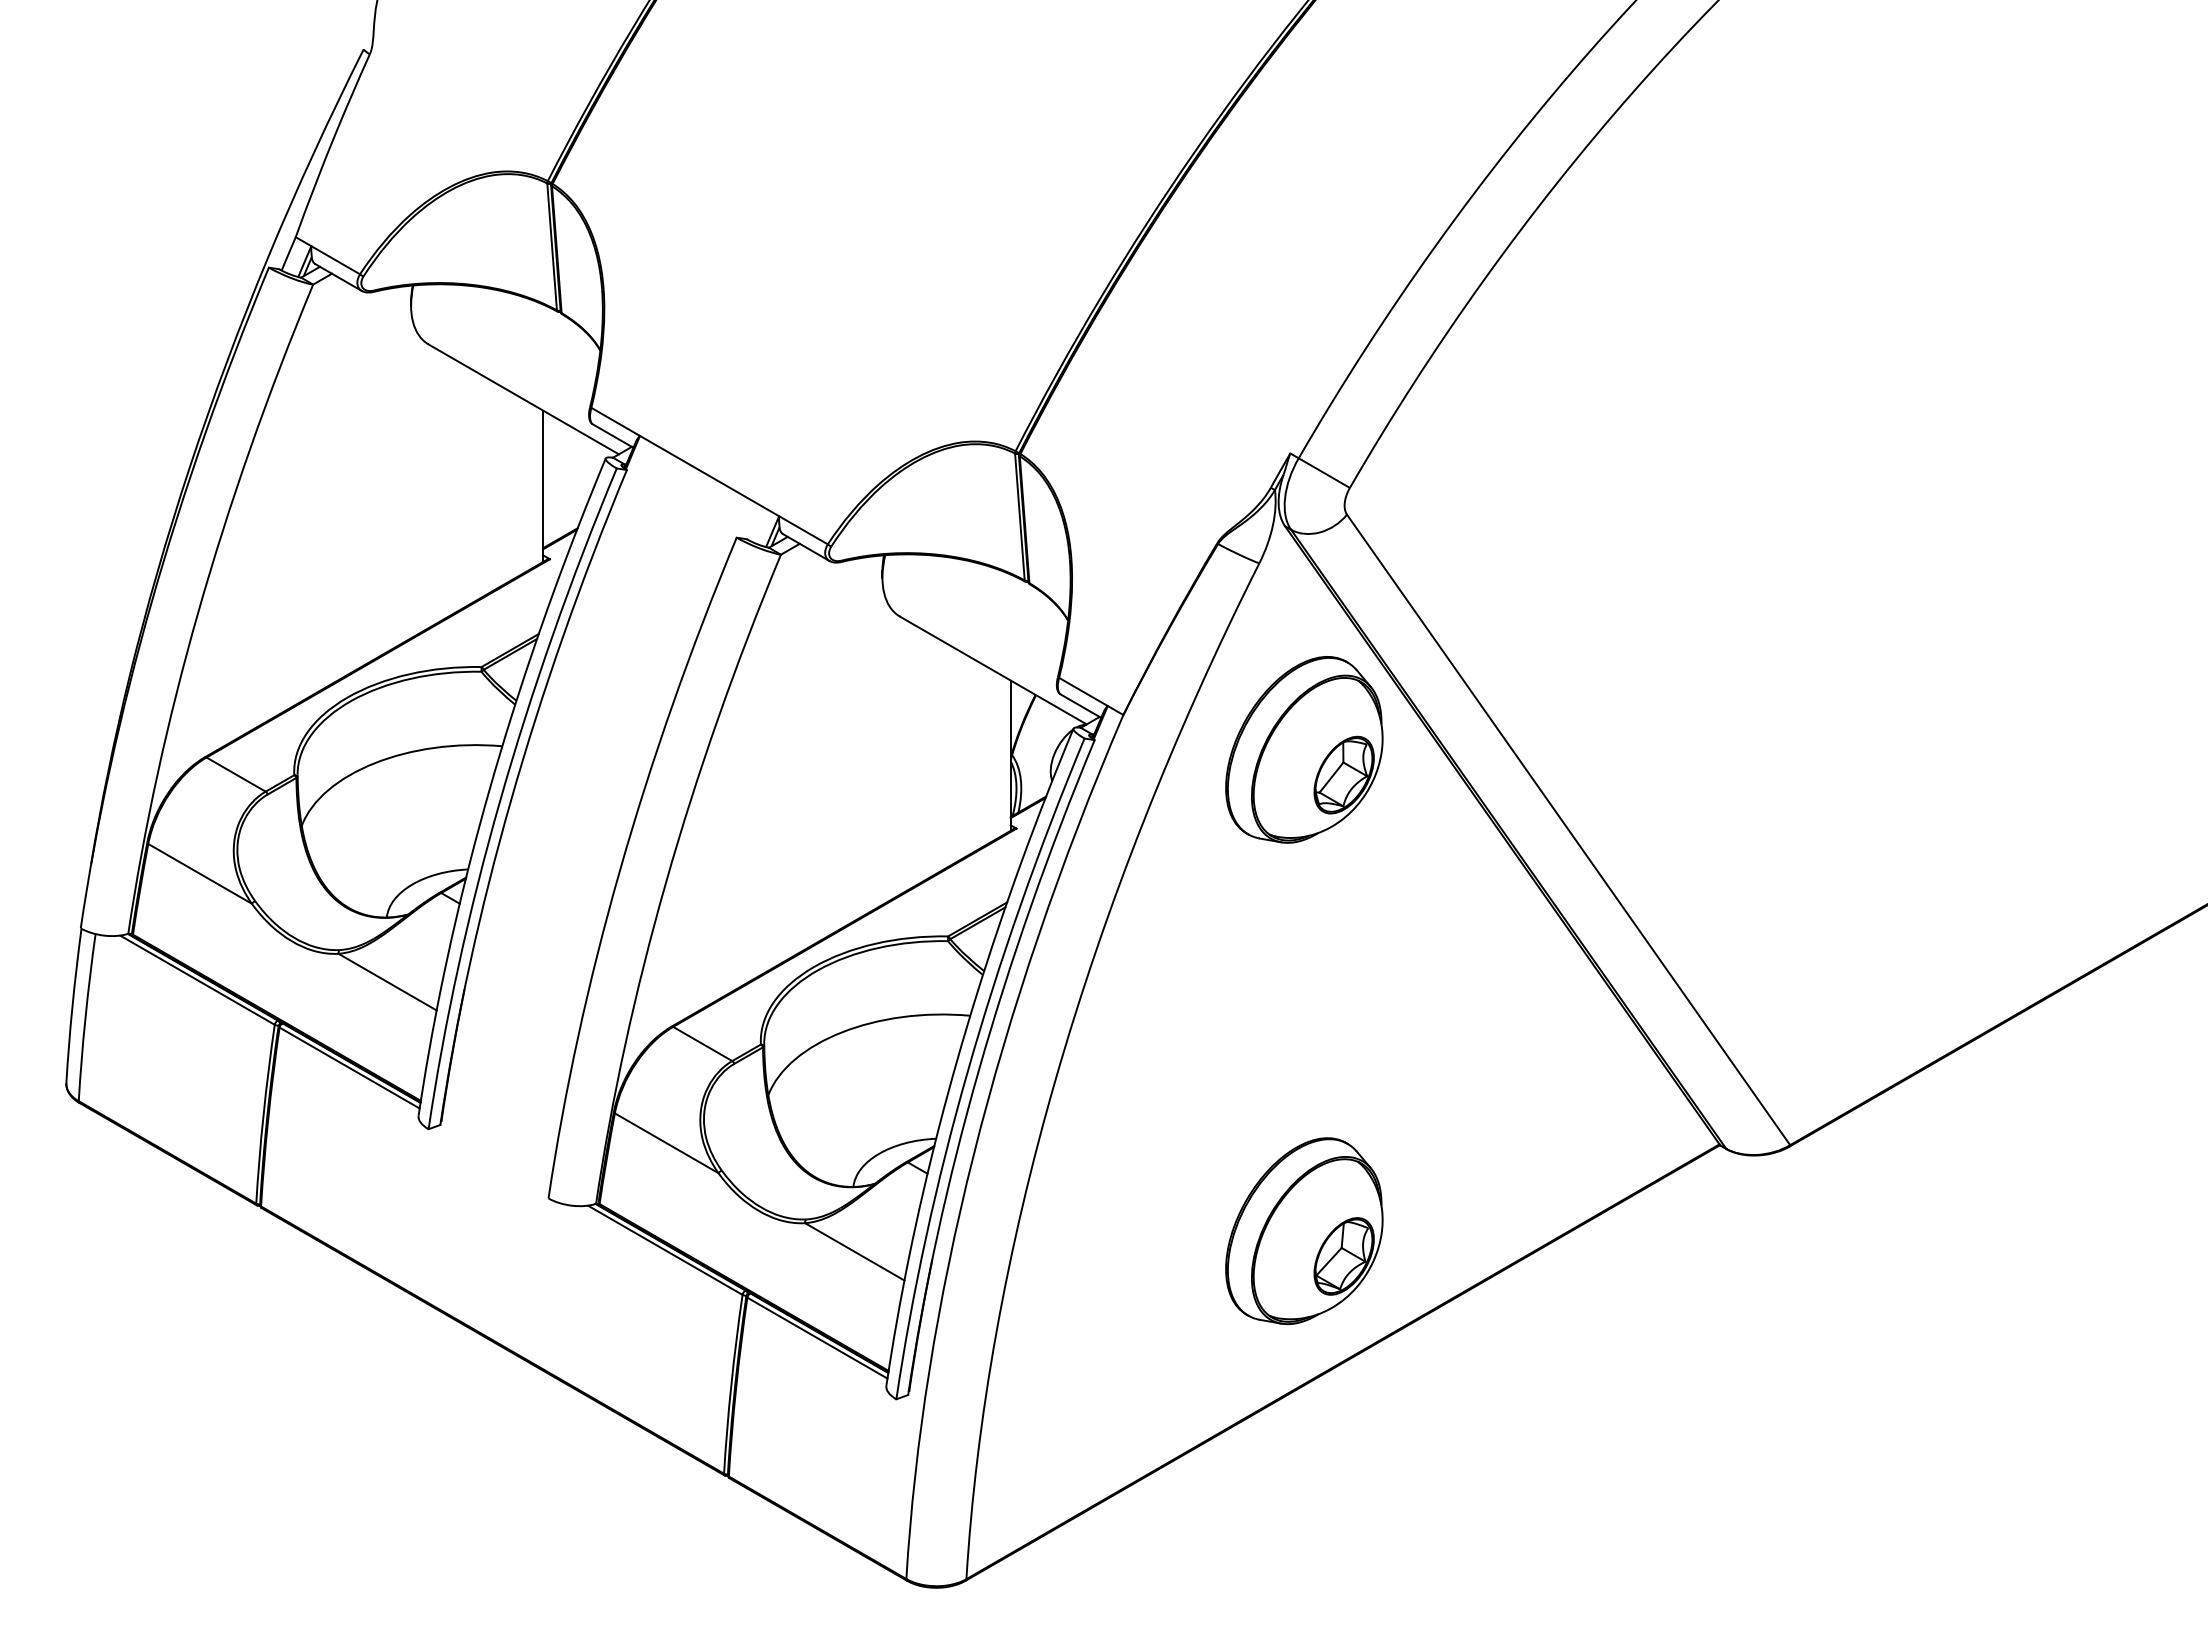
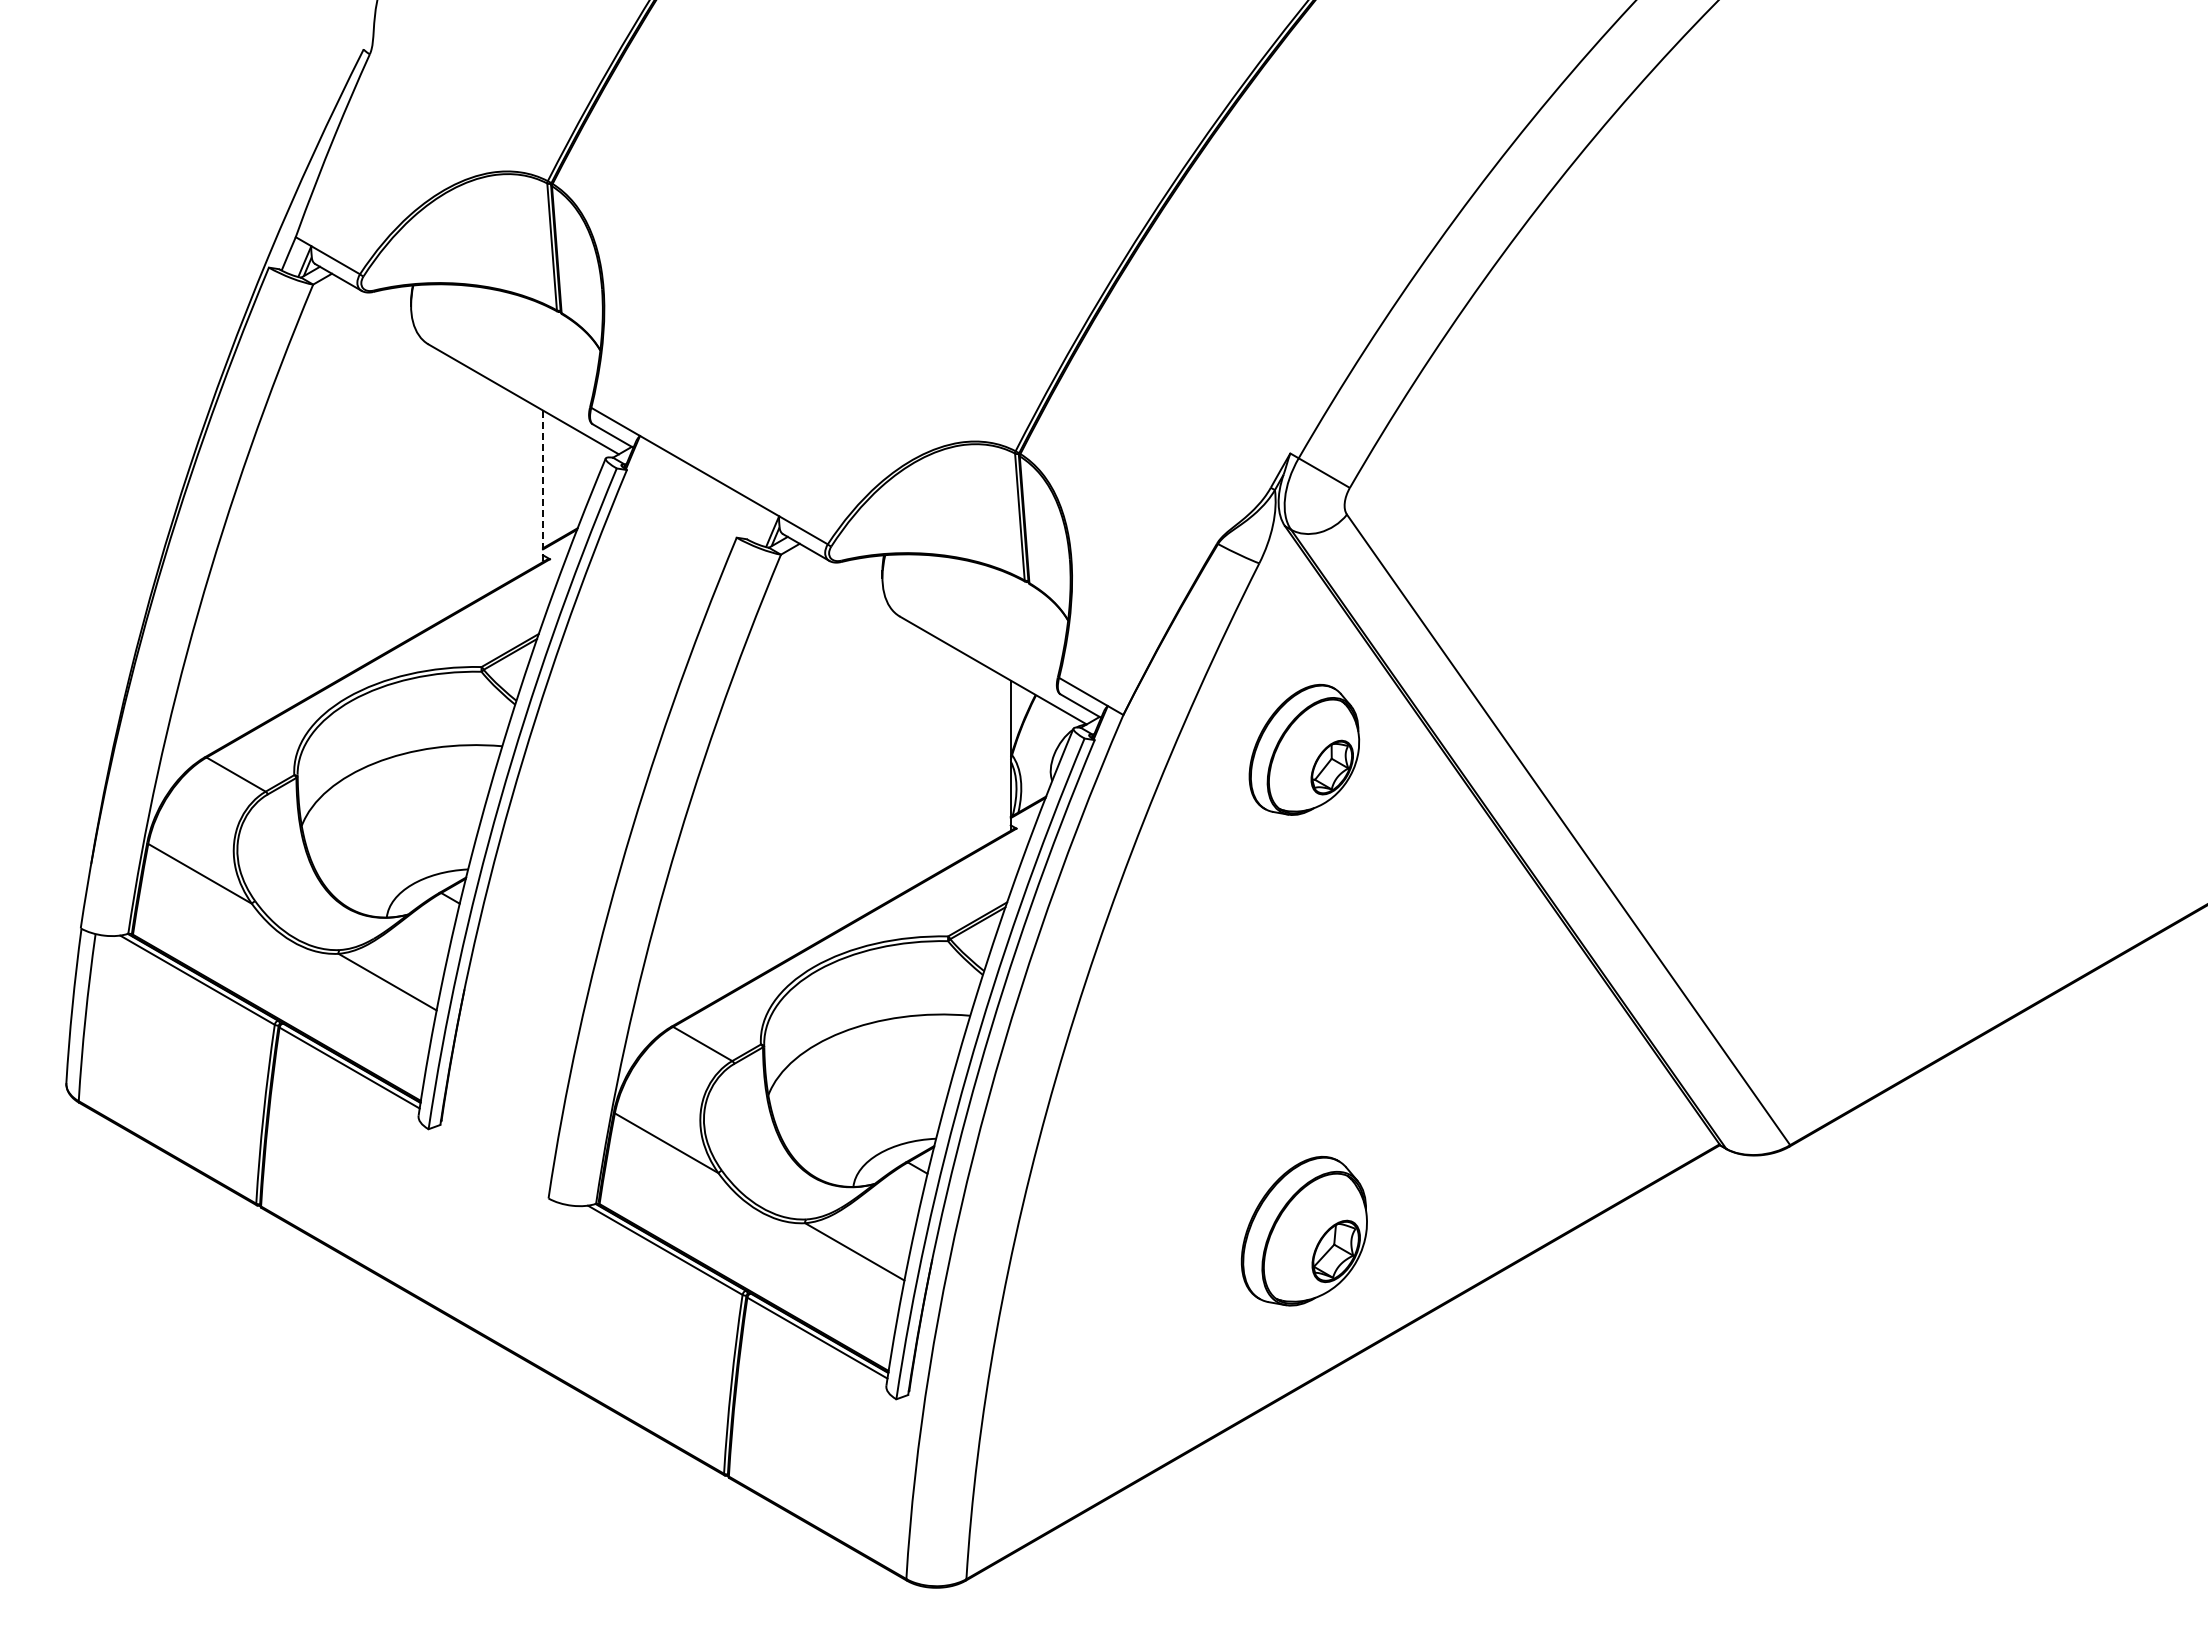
line at (543, 486): solid -> dashed
part at (1304, 749) size: 159x188 px -> 113x133 px
part at (1304, 1231) size: 159x189 px -> 128x151 px
